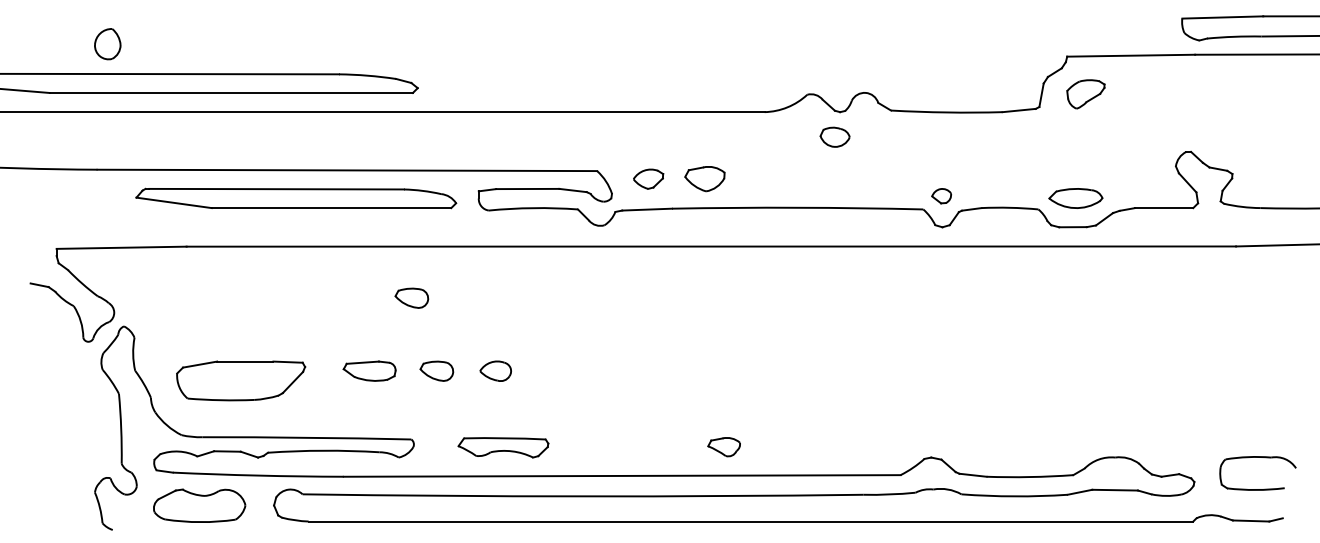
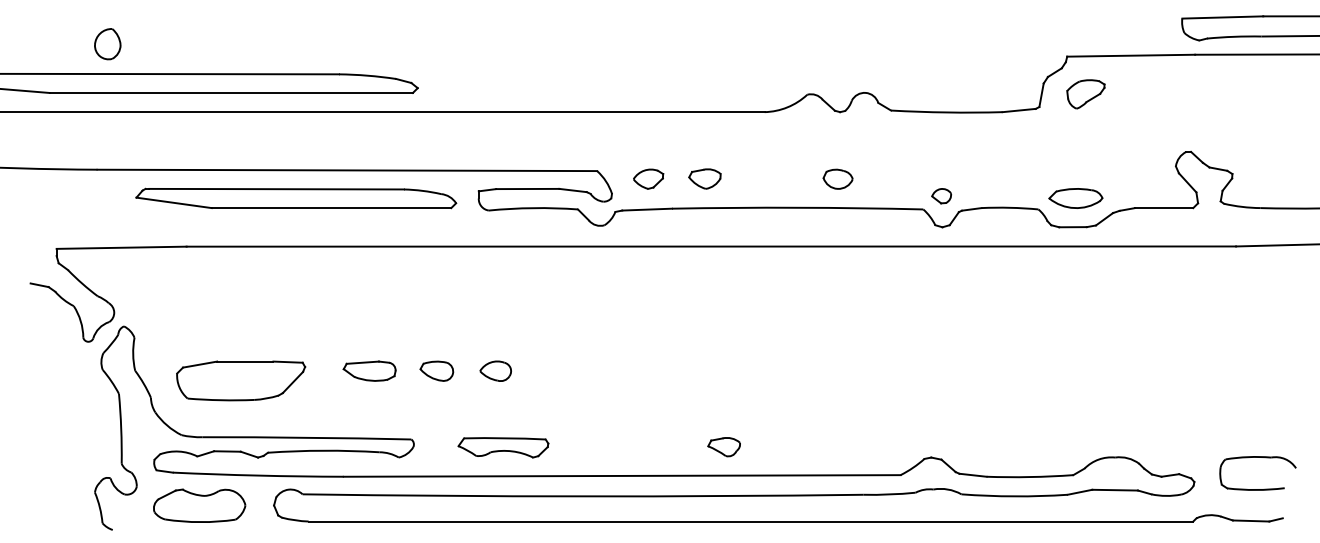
part at (834, 136) position: (834, 136) -> (837, 178)
part at (704, 179) size: 42x27 px -> 34x22 px
part at (411, 297): present -> none
